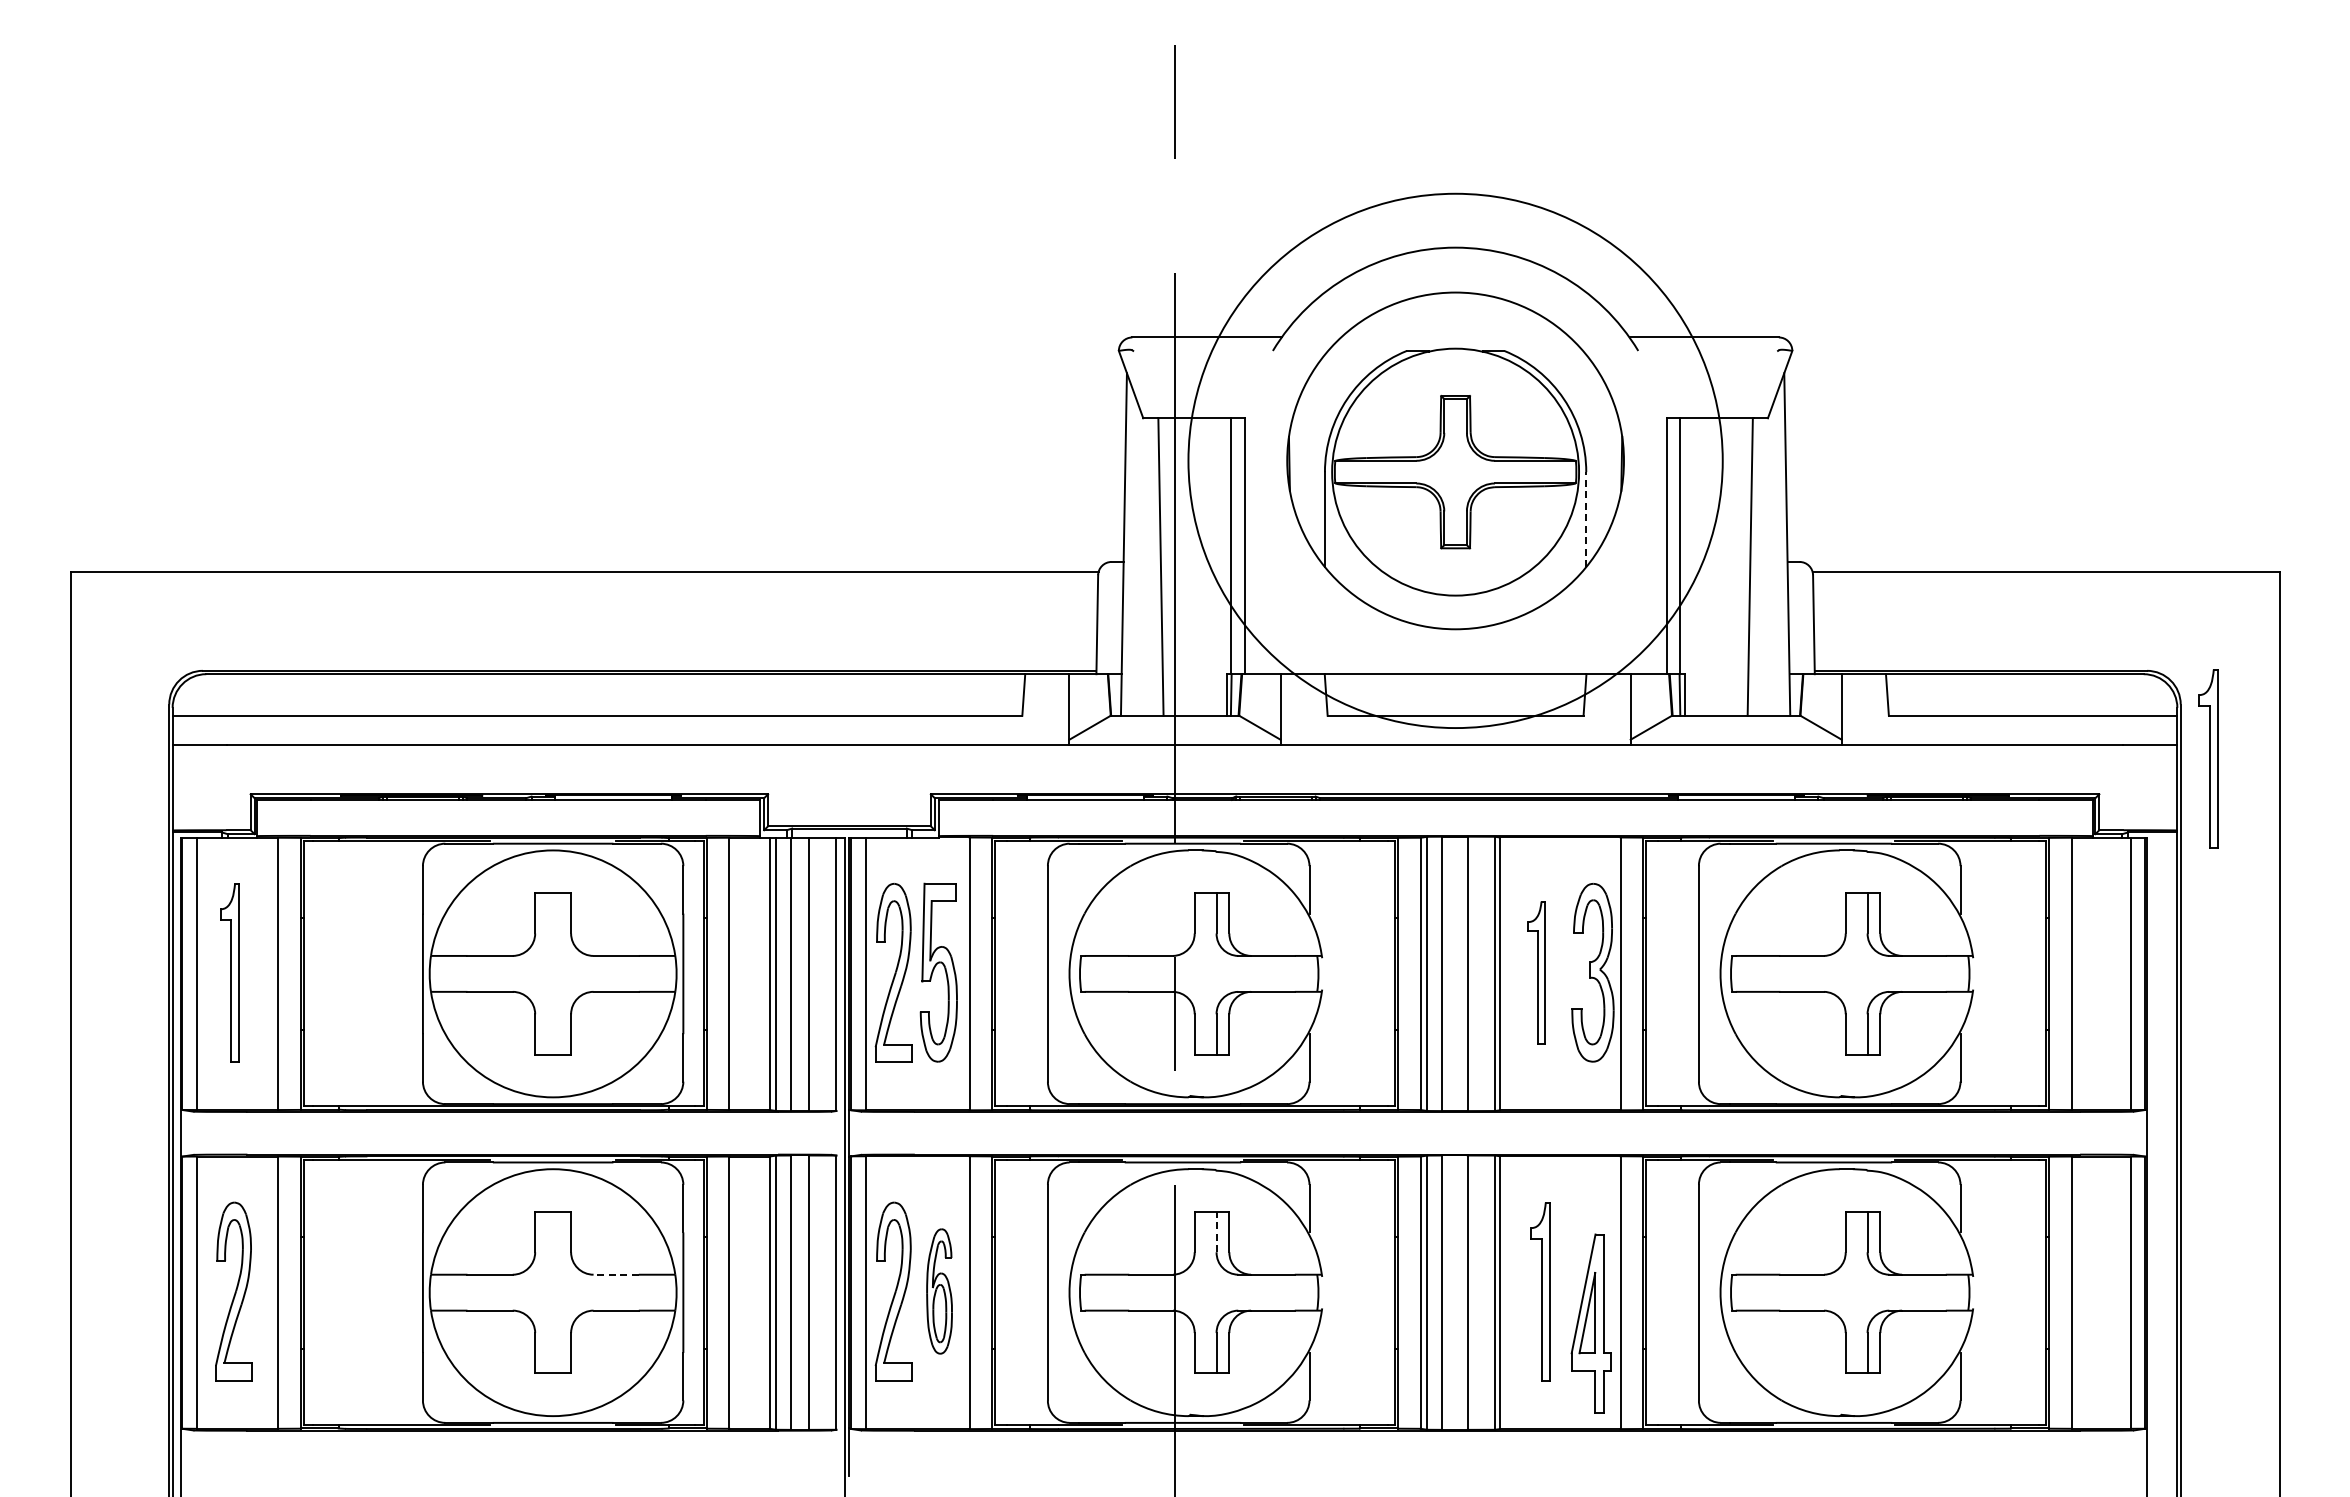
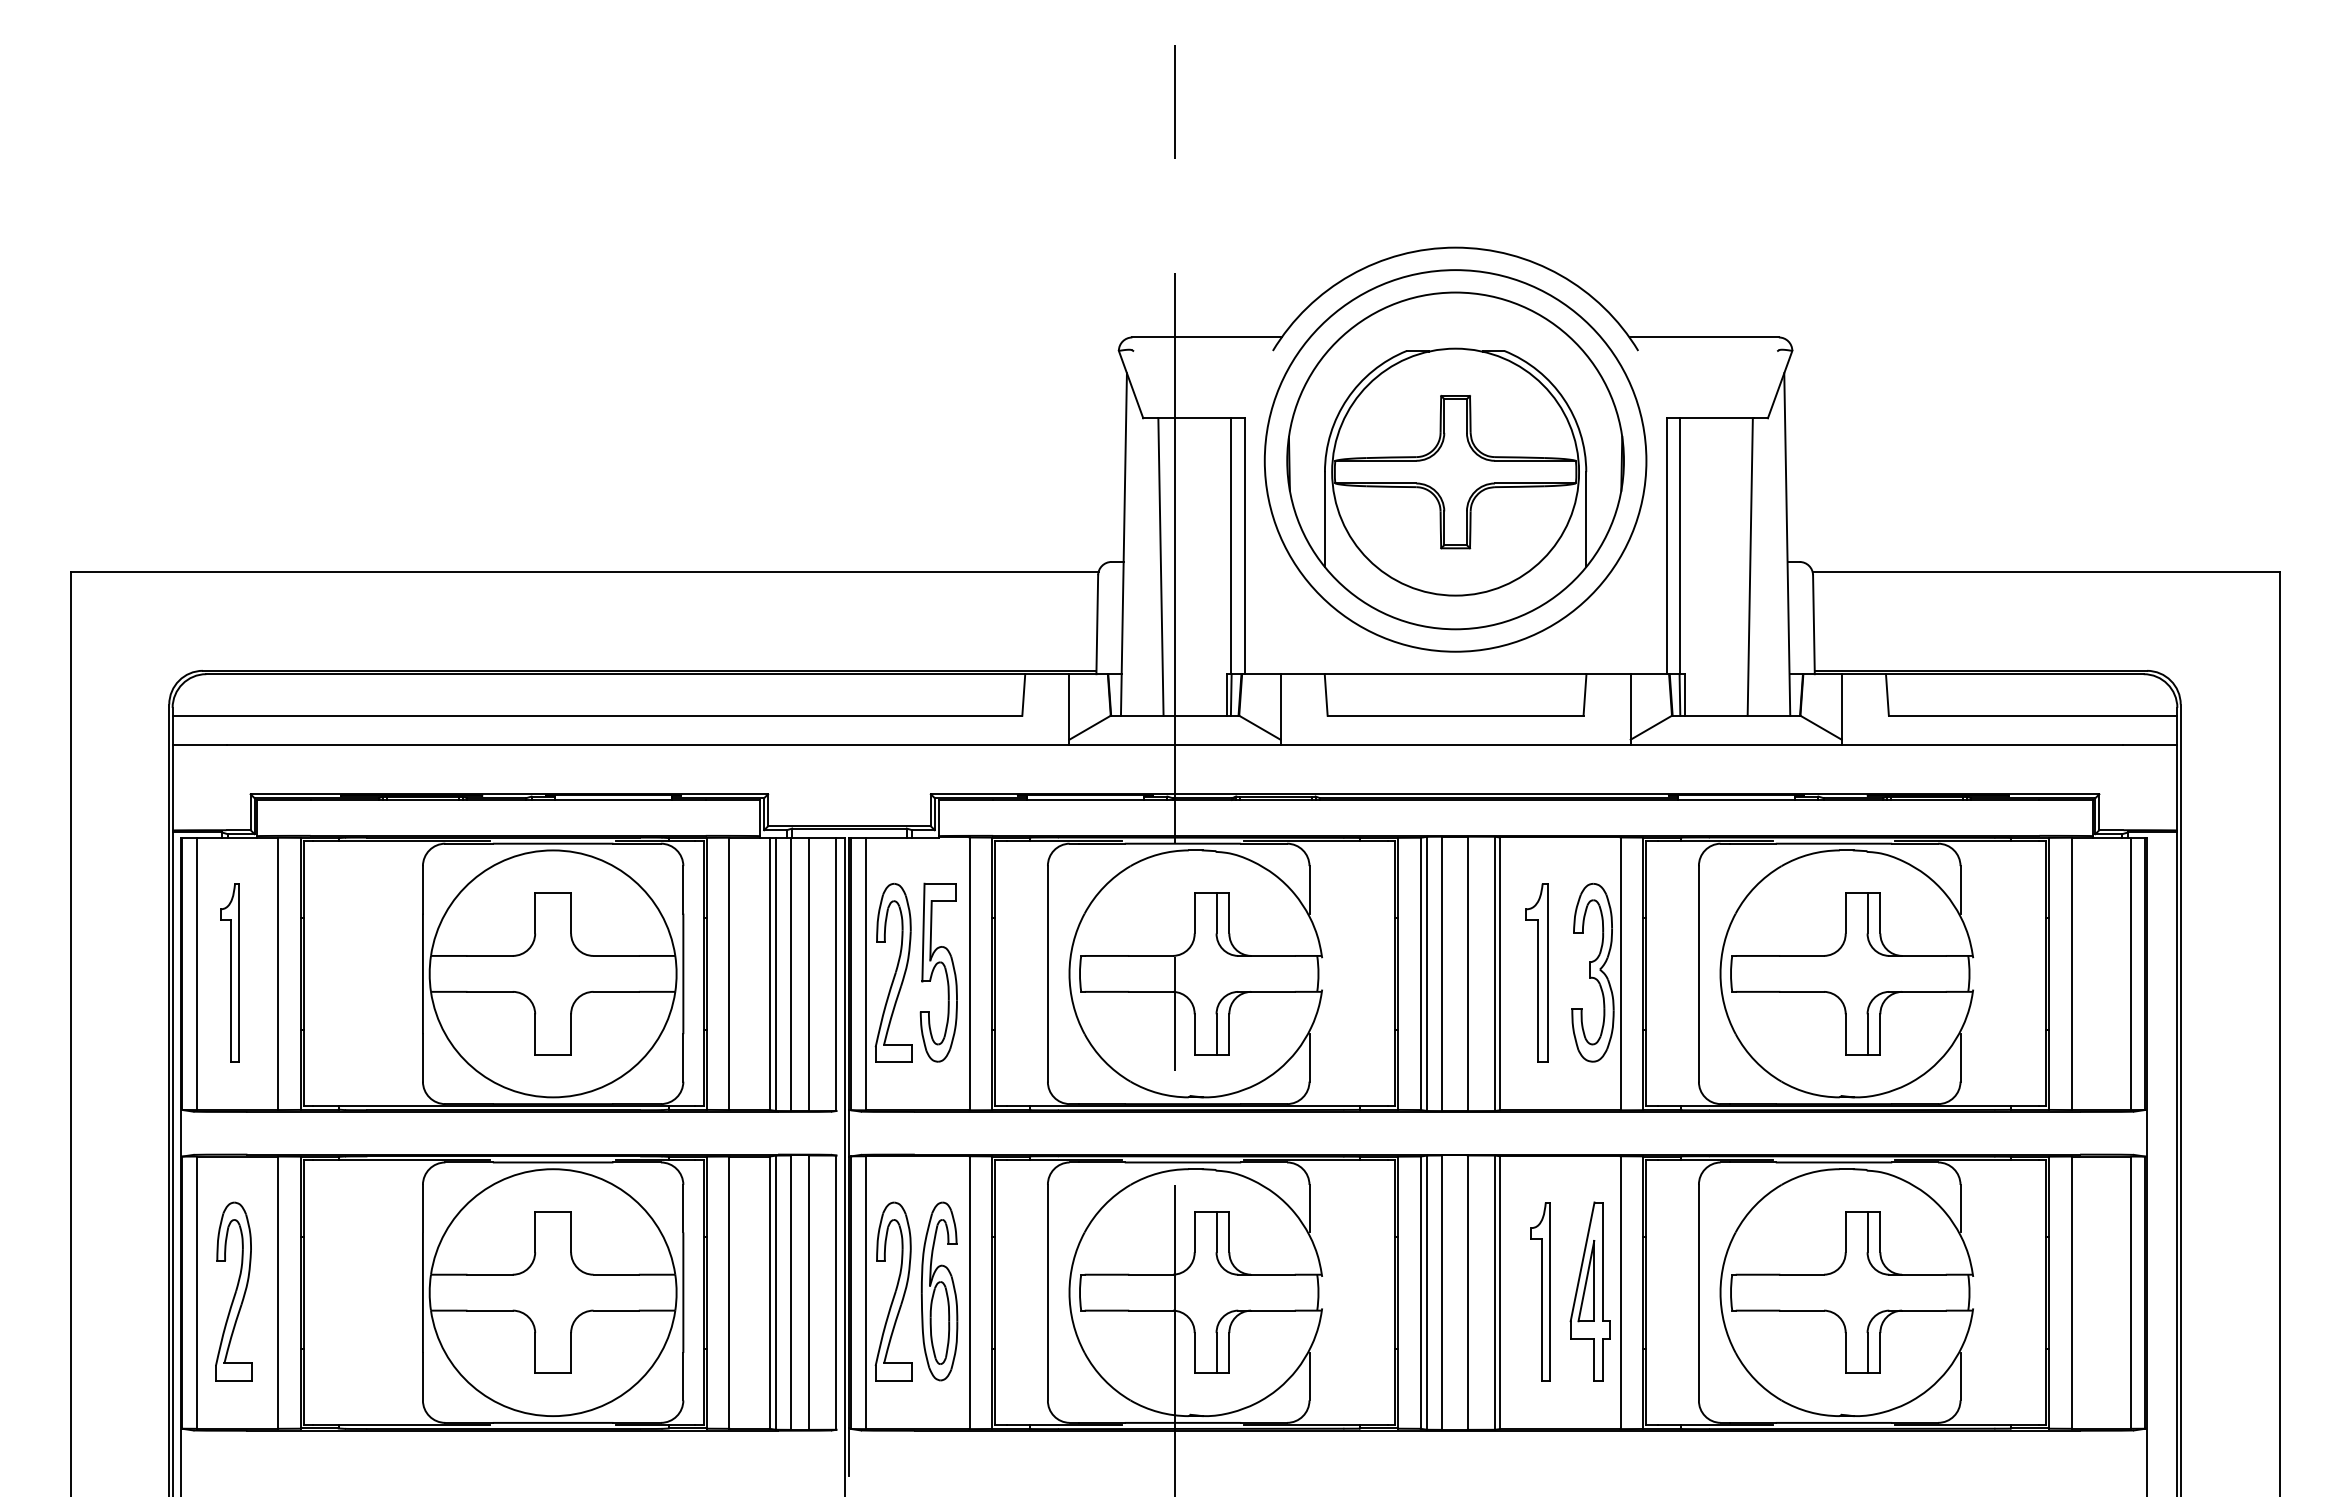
circle at (1455, 460) diameter: 534 px -> 382 px
line at (1586, 519): dashed -> solid
part at (2208, 758): present -> none
part at (1536, 972) size: 19x144 px -> 24x180 px
line at (1216, 1231): dashed -> solid
line at (616, 1274): dashed -> solid
part at (939, 1291) size: 27x127 px -> 39x181 px
part at (1590, 1323) position: (1590, 1323) -> (1589, 1291)
